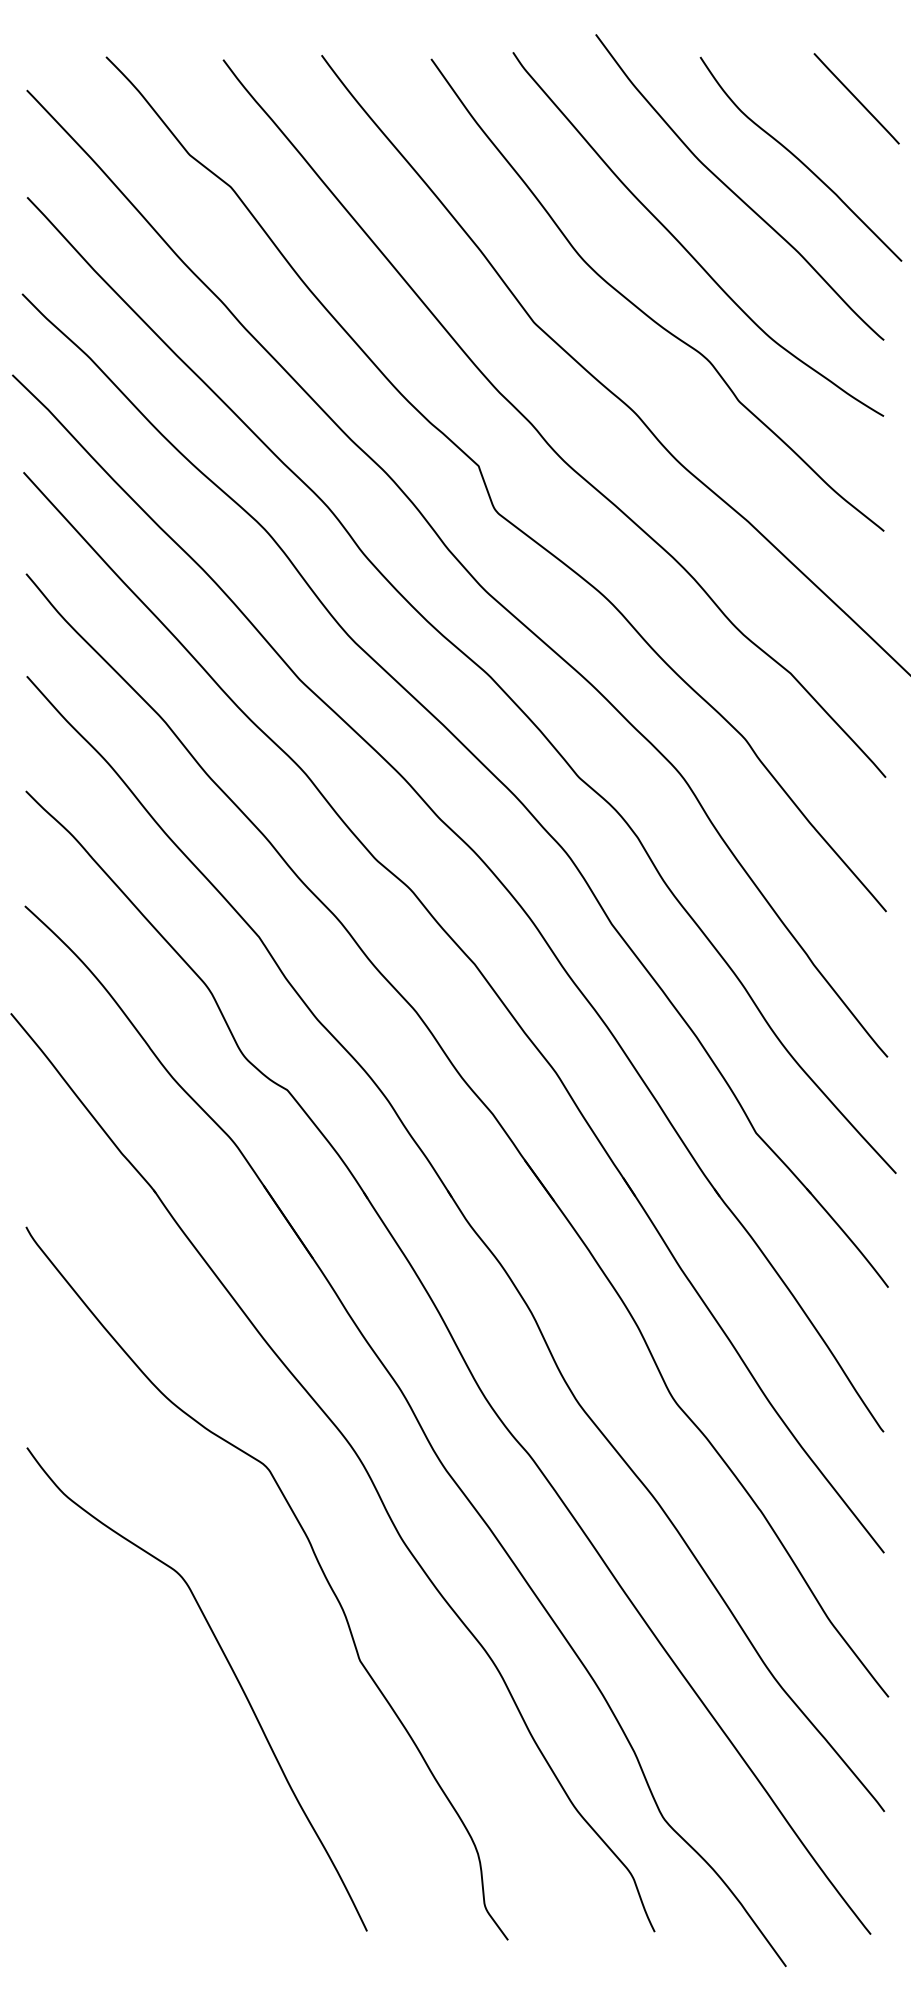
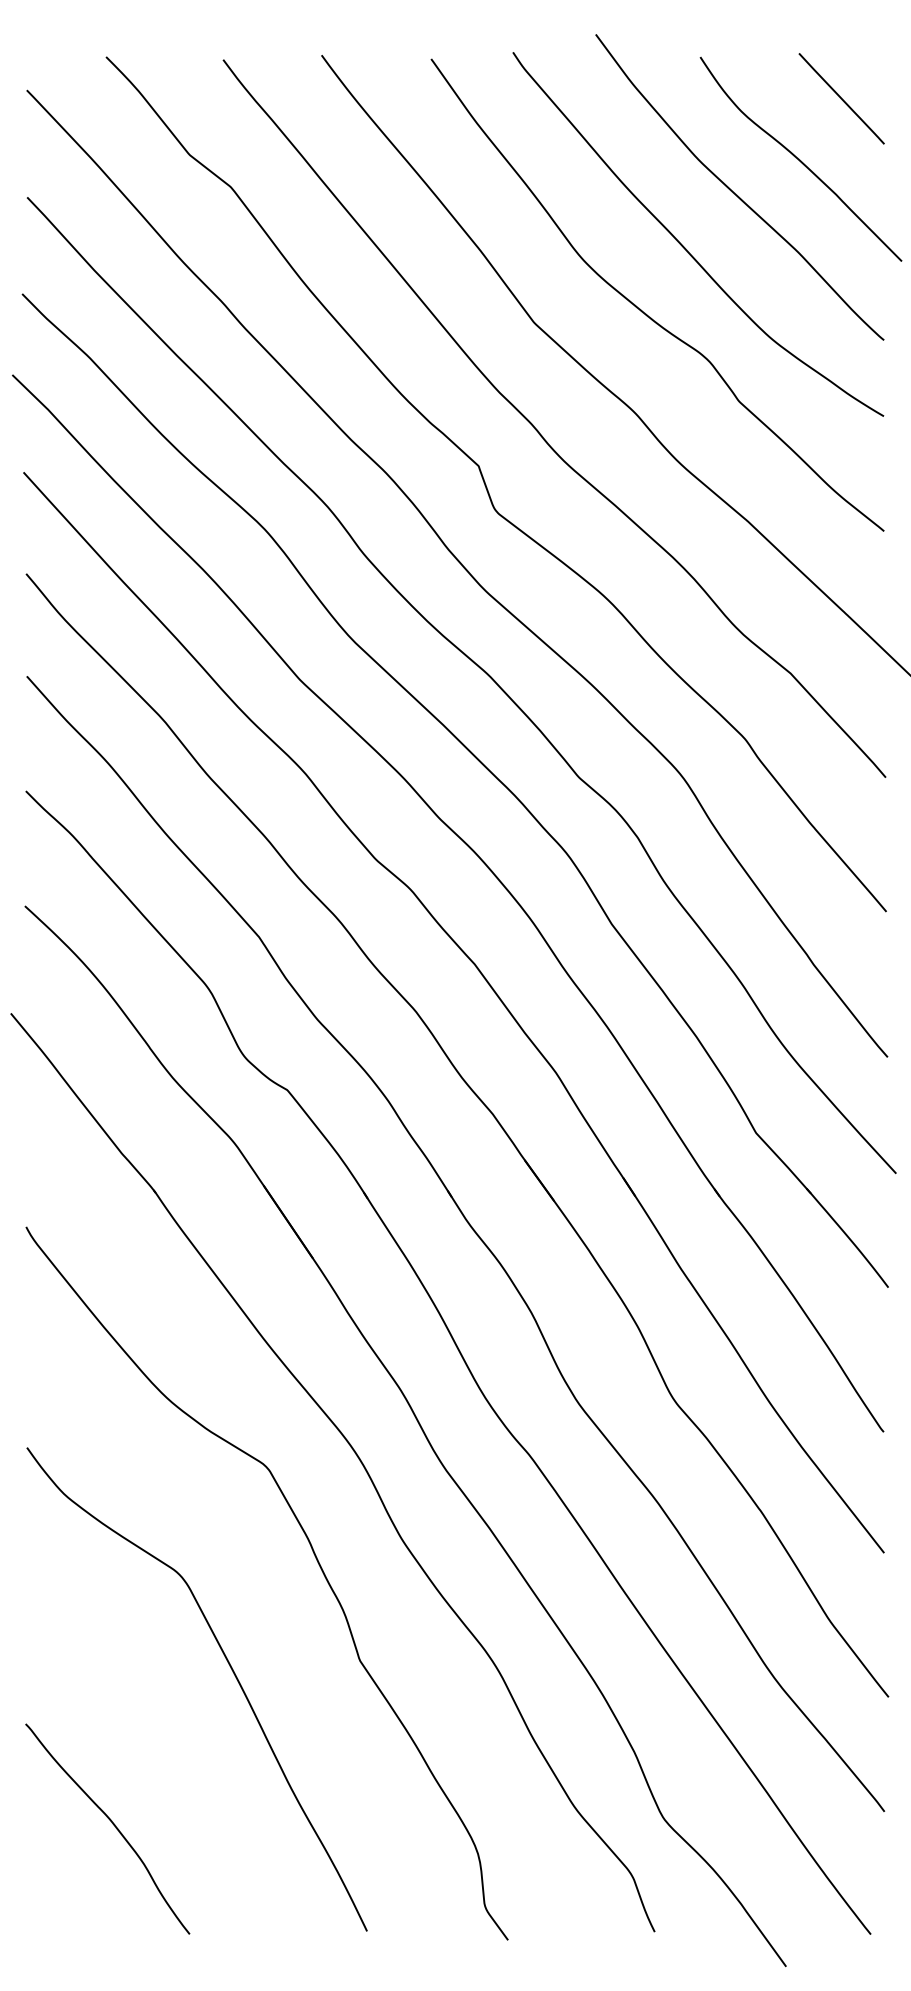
line at (856, 98) position: (856, 98) -> (841, 98)
curve at (112, 1824): none -> present
